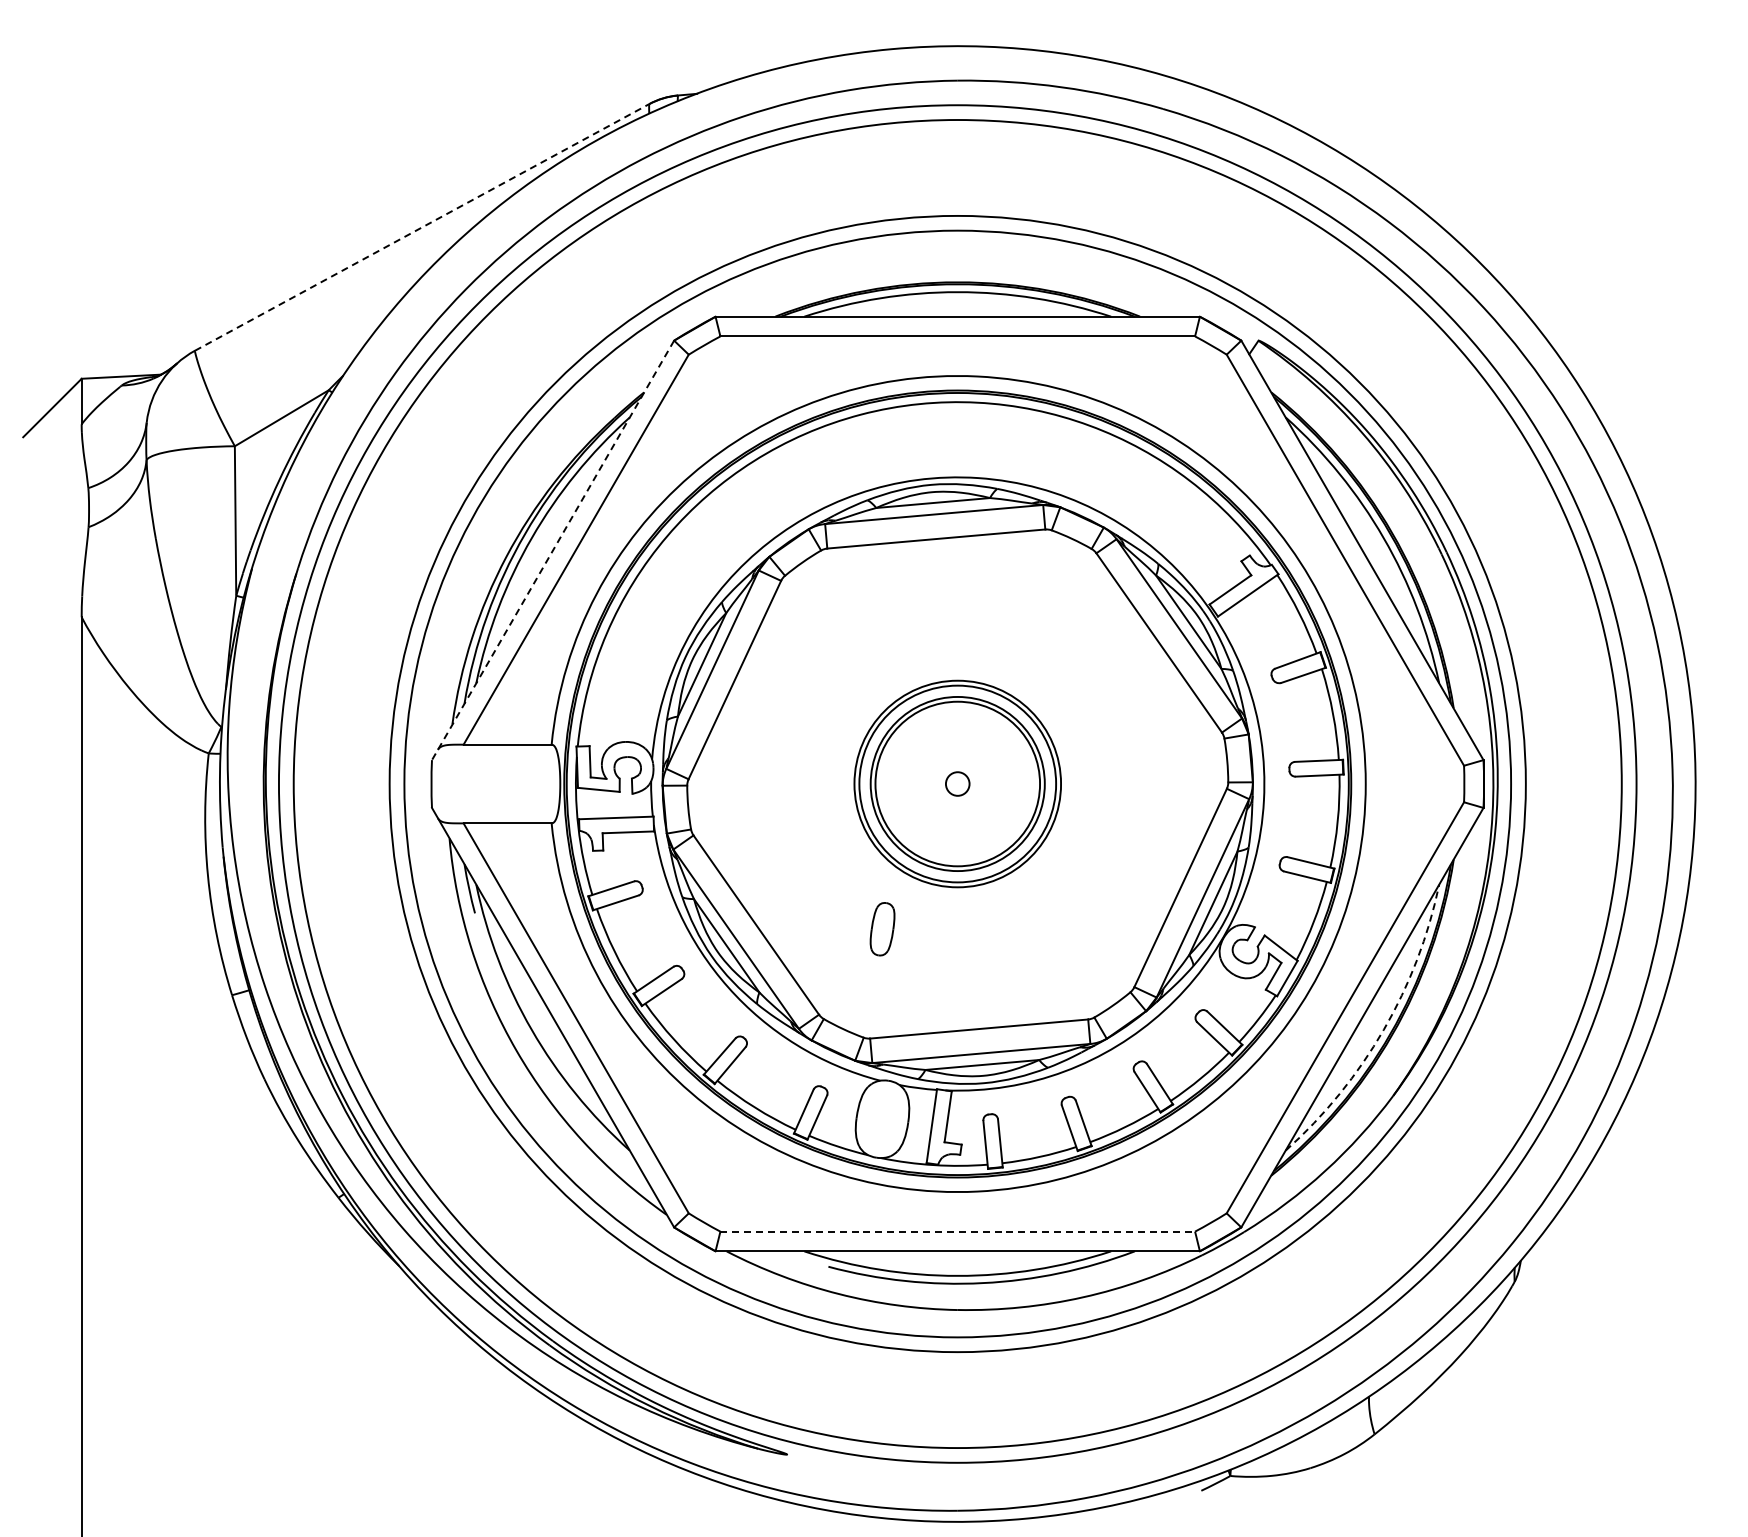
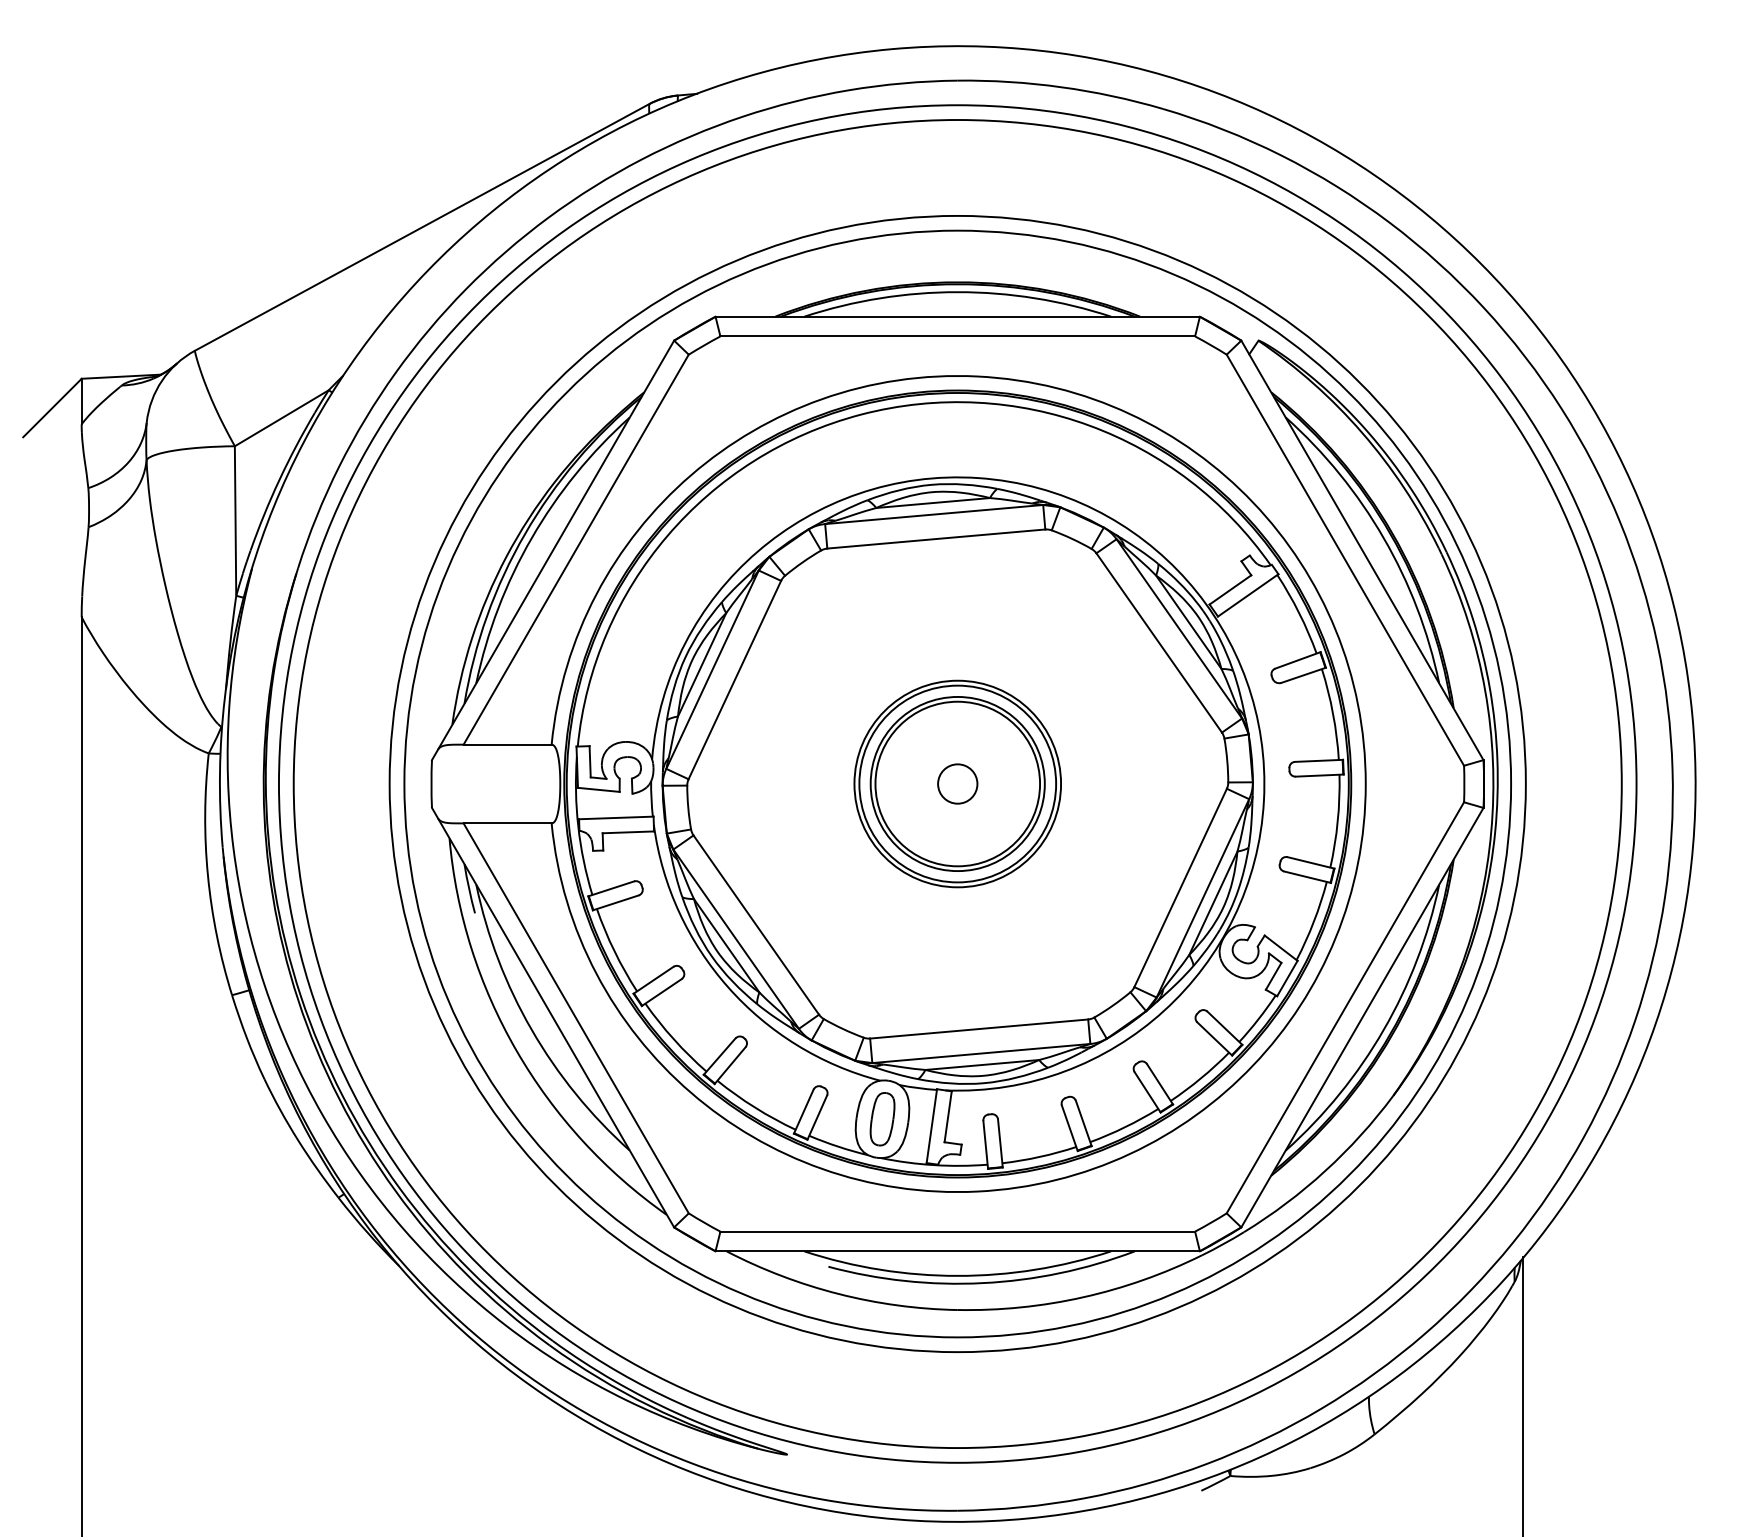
line at (422, 227): dashed -> solid
line at (552, 550): dashed -> solid
circle at (957, 783) diameter: 24 px -> 39 px
part at (882, 929) position: (882, 929) -> (882, 1119)
arc at (1383, 1029): dashed -> solid
line at (958, 1231): dashed -> solid
line at (1523, 1395): none -> present
